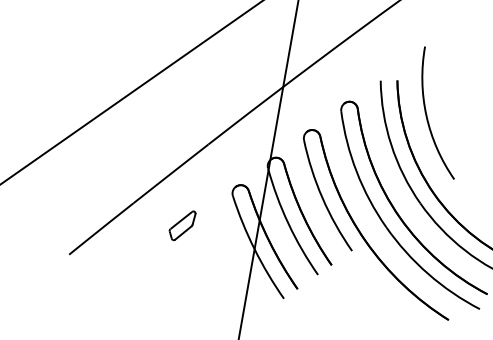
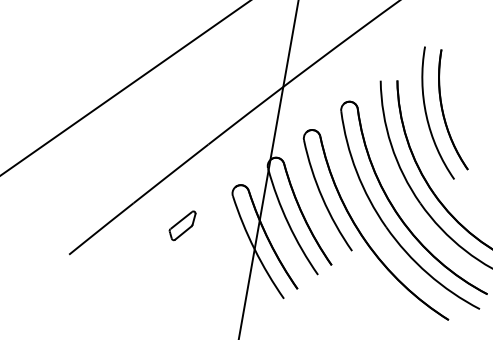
line at (131, 92) position: (131, 92) -> (125, 88)
part at (444, 113): none -> present
